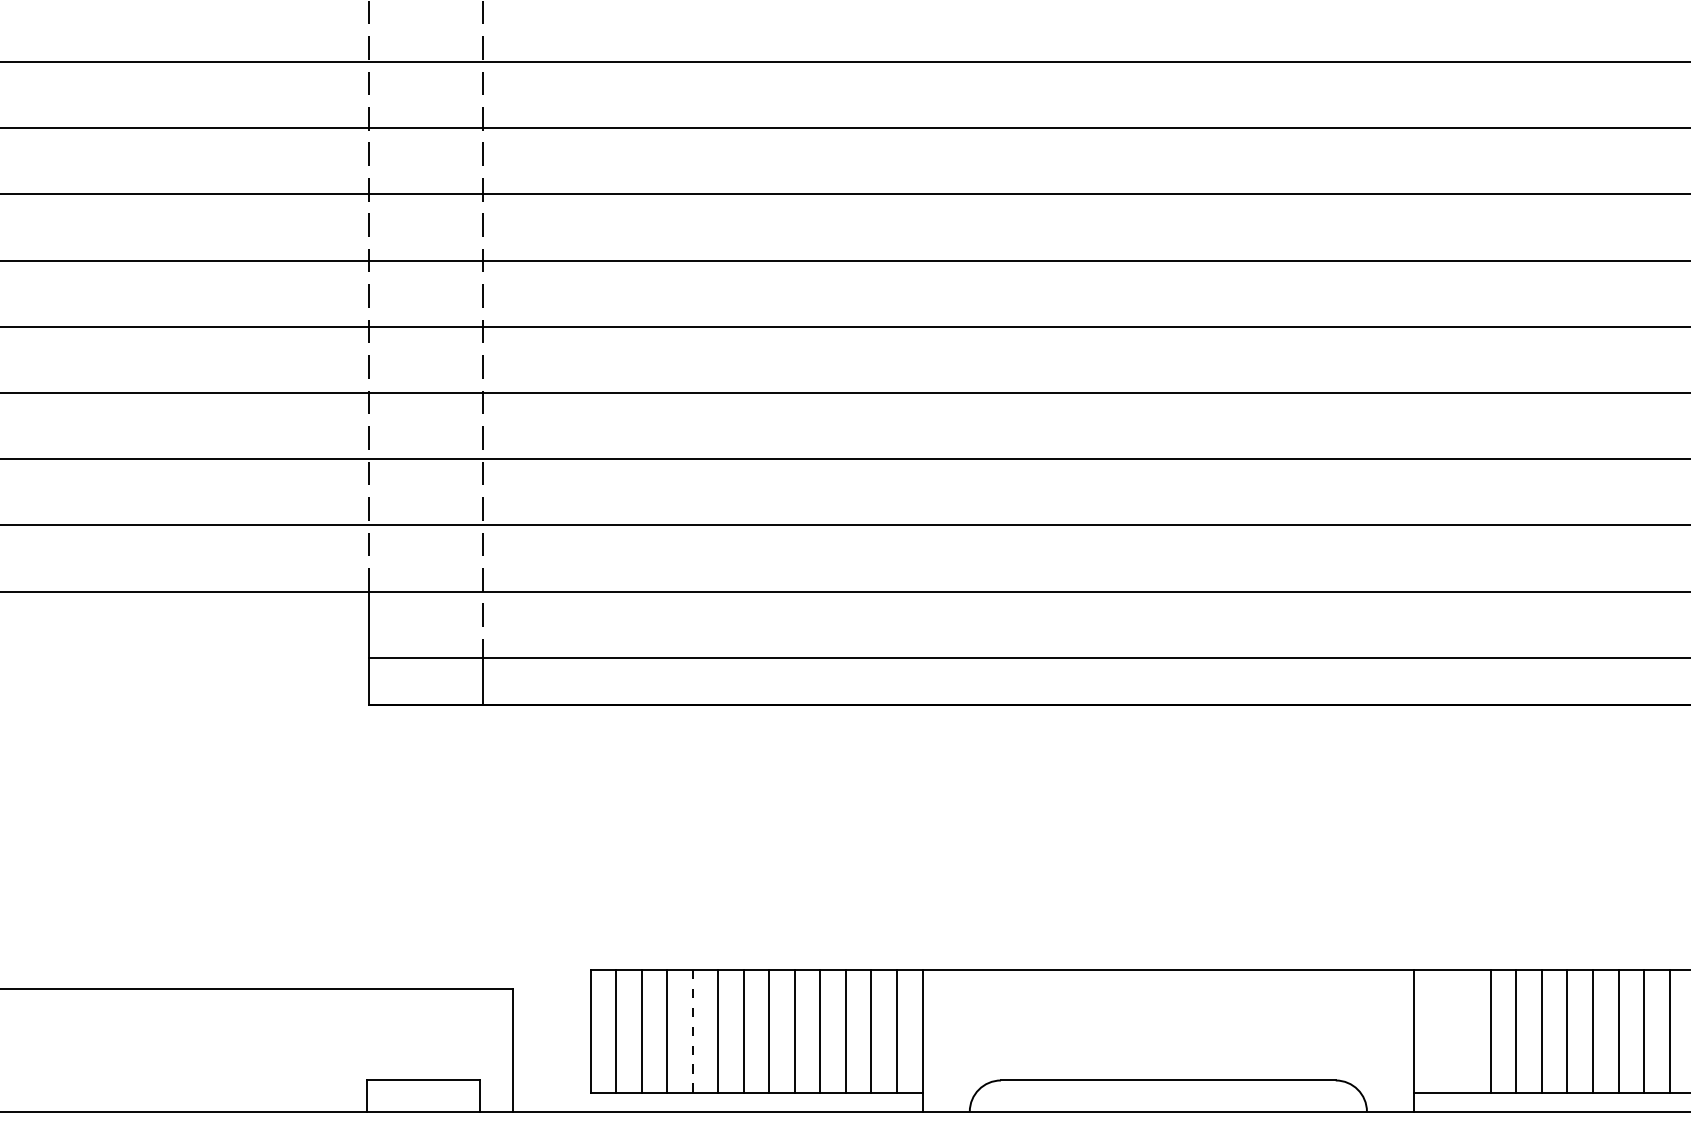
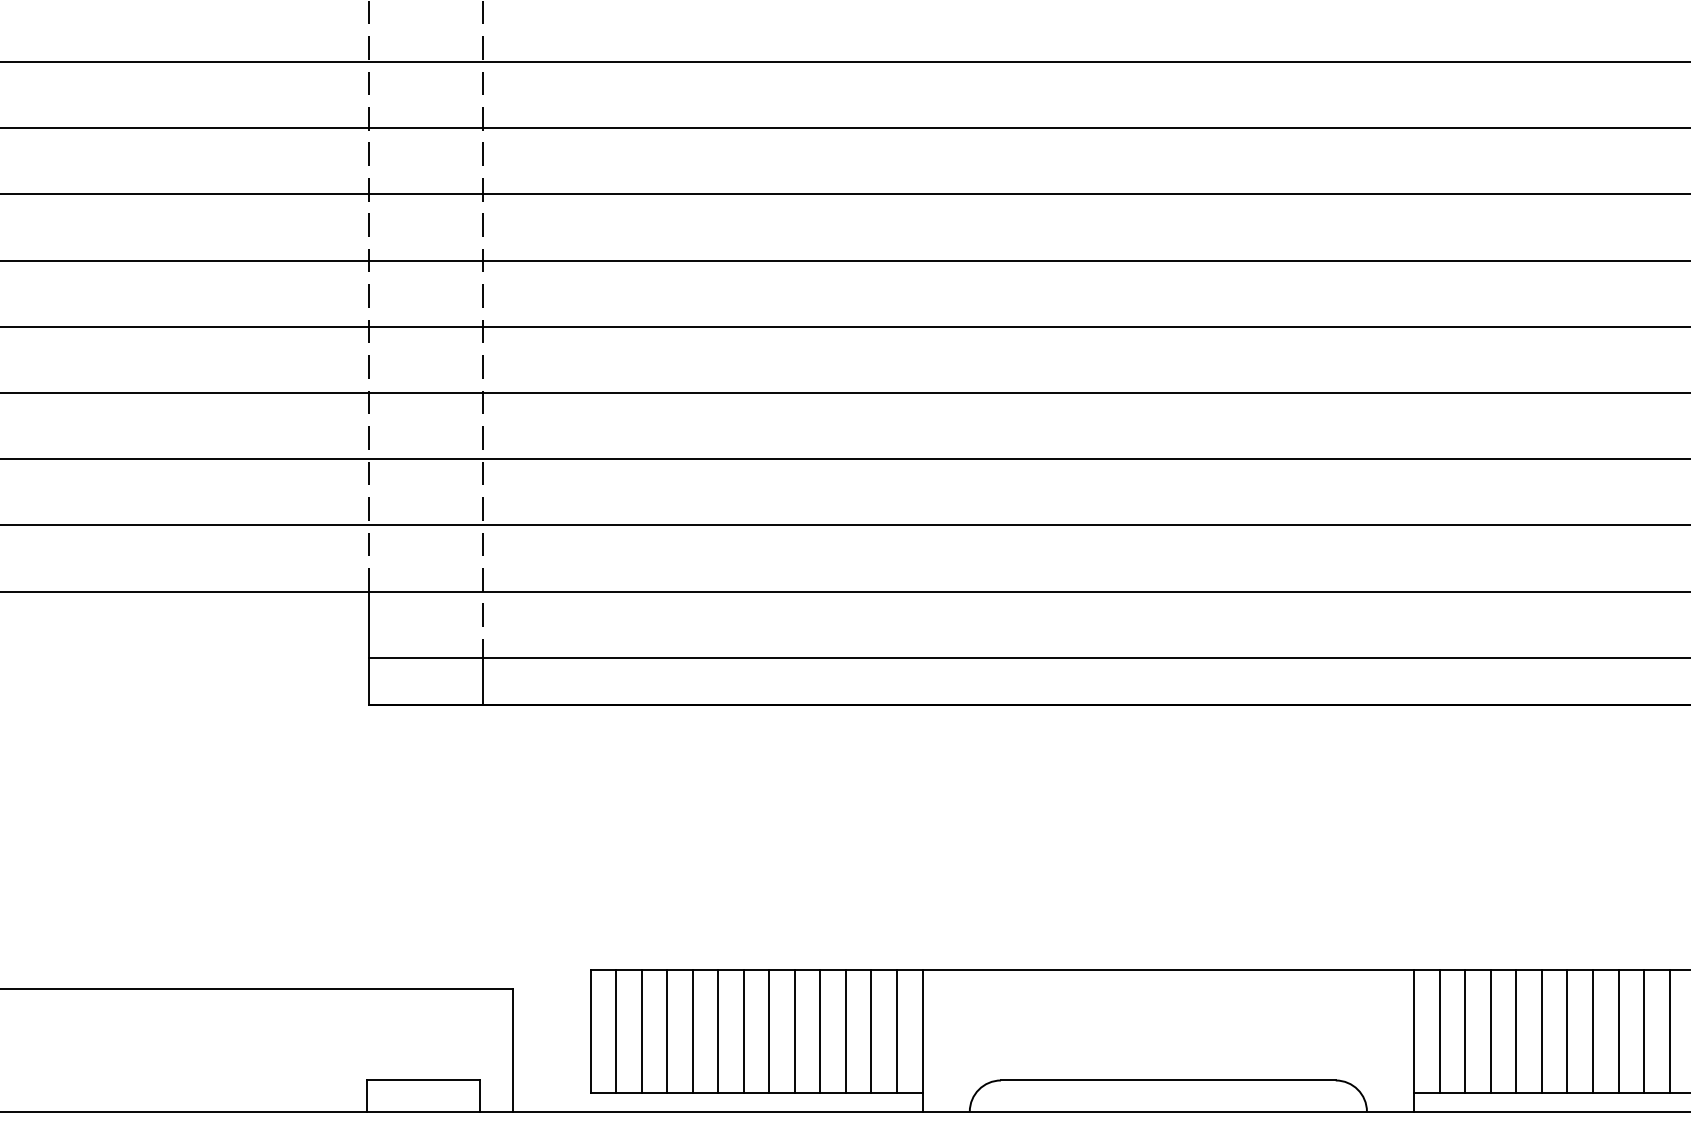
line at (1439, 1030): none -> present
line at (1465, 1030): none -> present
line at (692, 1031): dashed -> solid
